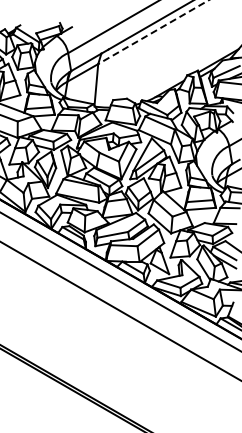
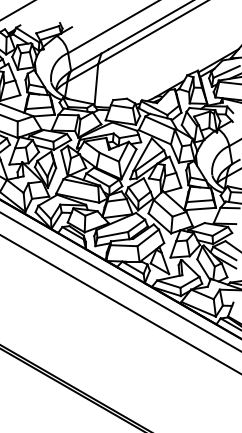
line at (17, 10): none -> present
line at (153, 32): dashed -> solid
line at (120, 311) position: (120, 311) -> (120, 304)
